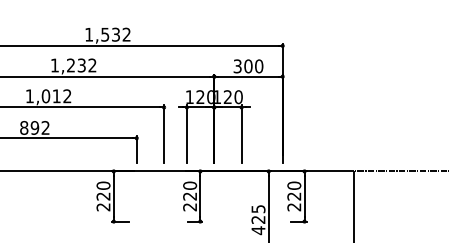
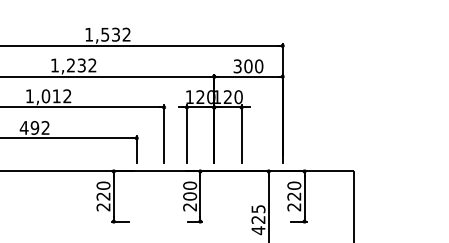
text at (23, 127): 892 -> 492
line at (399, 171): present -> none
text at (190, 196): 220 -> 200
